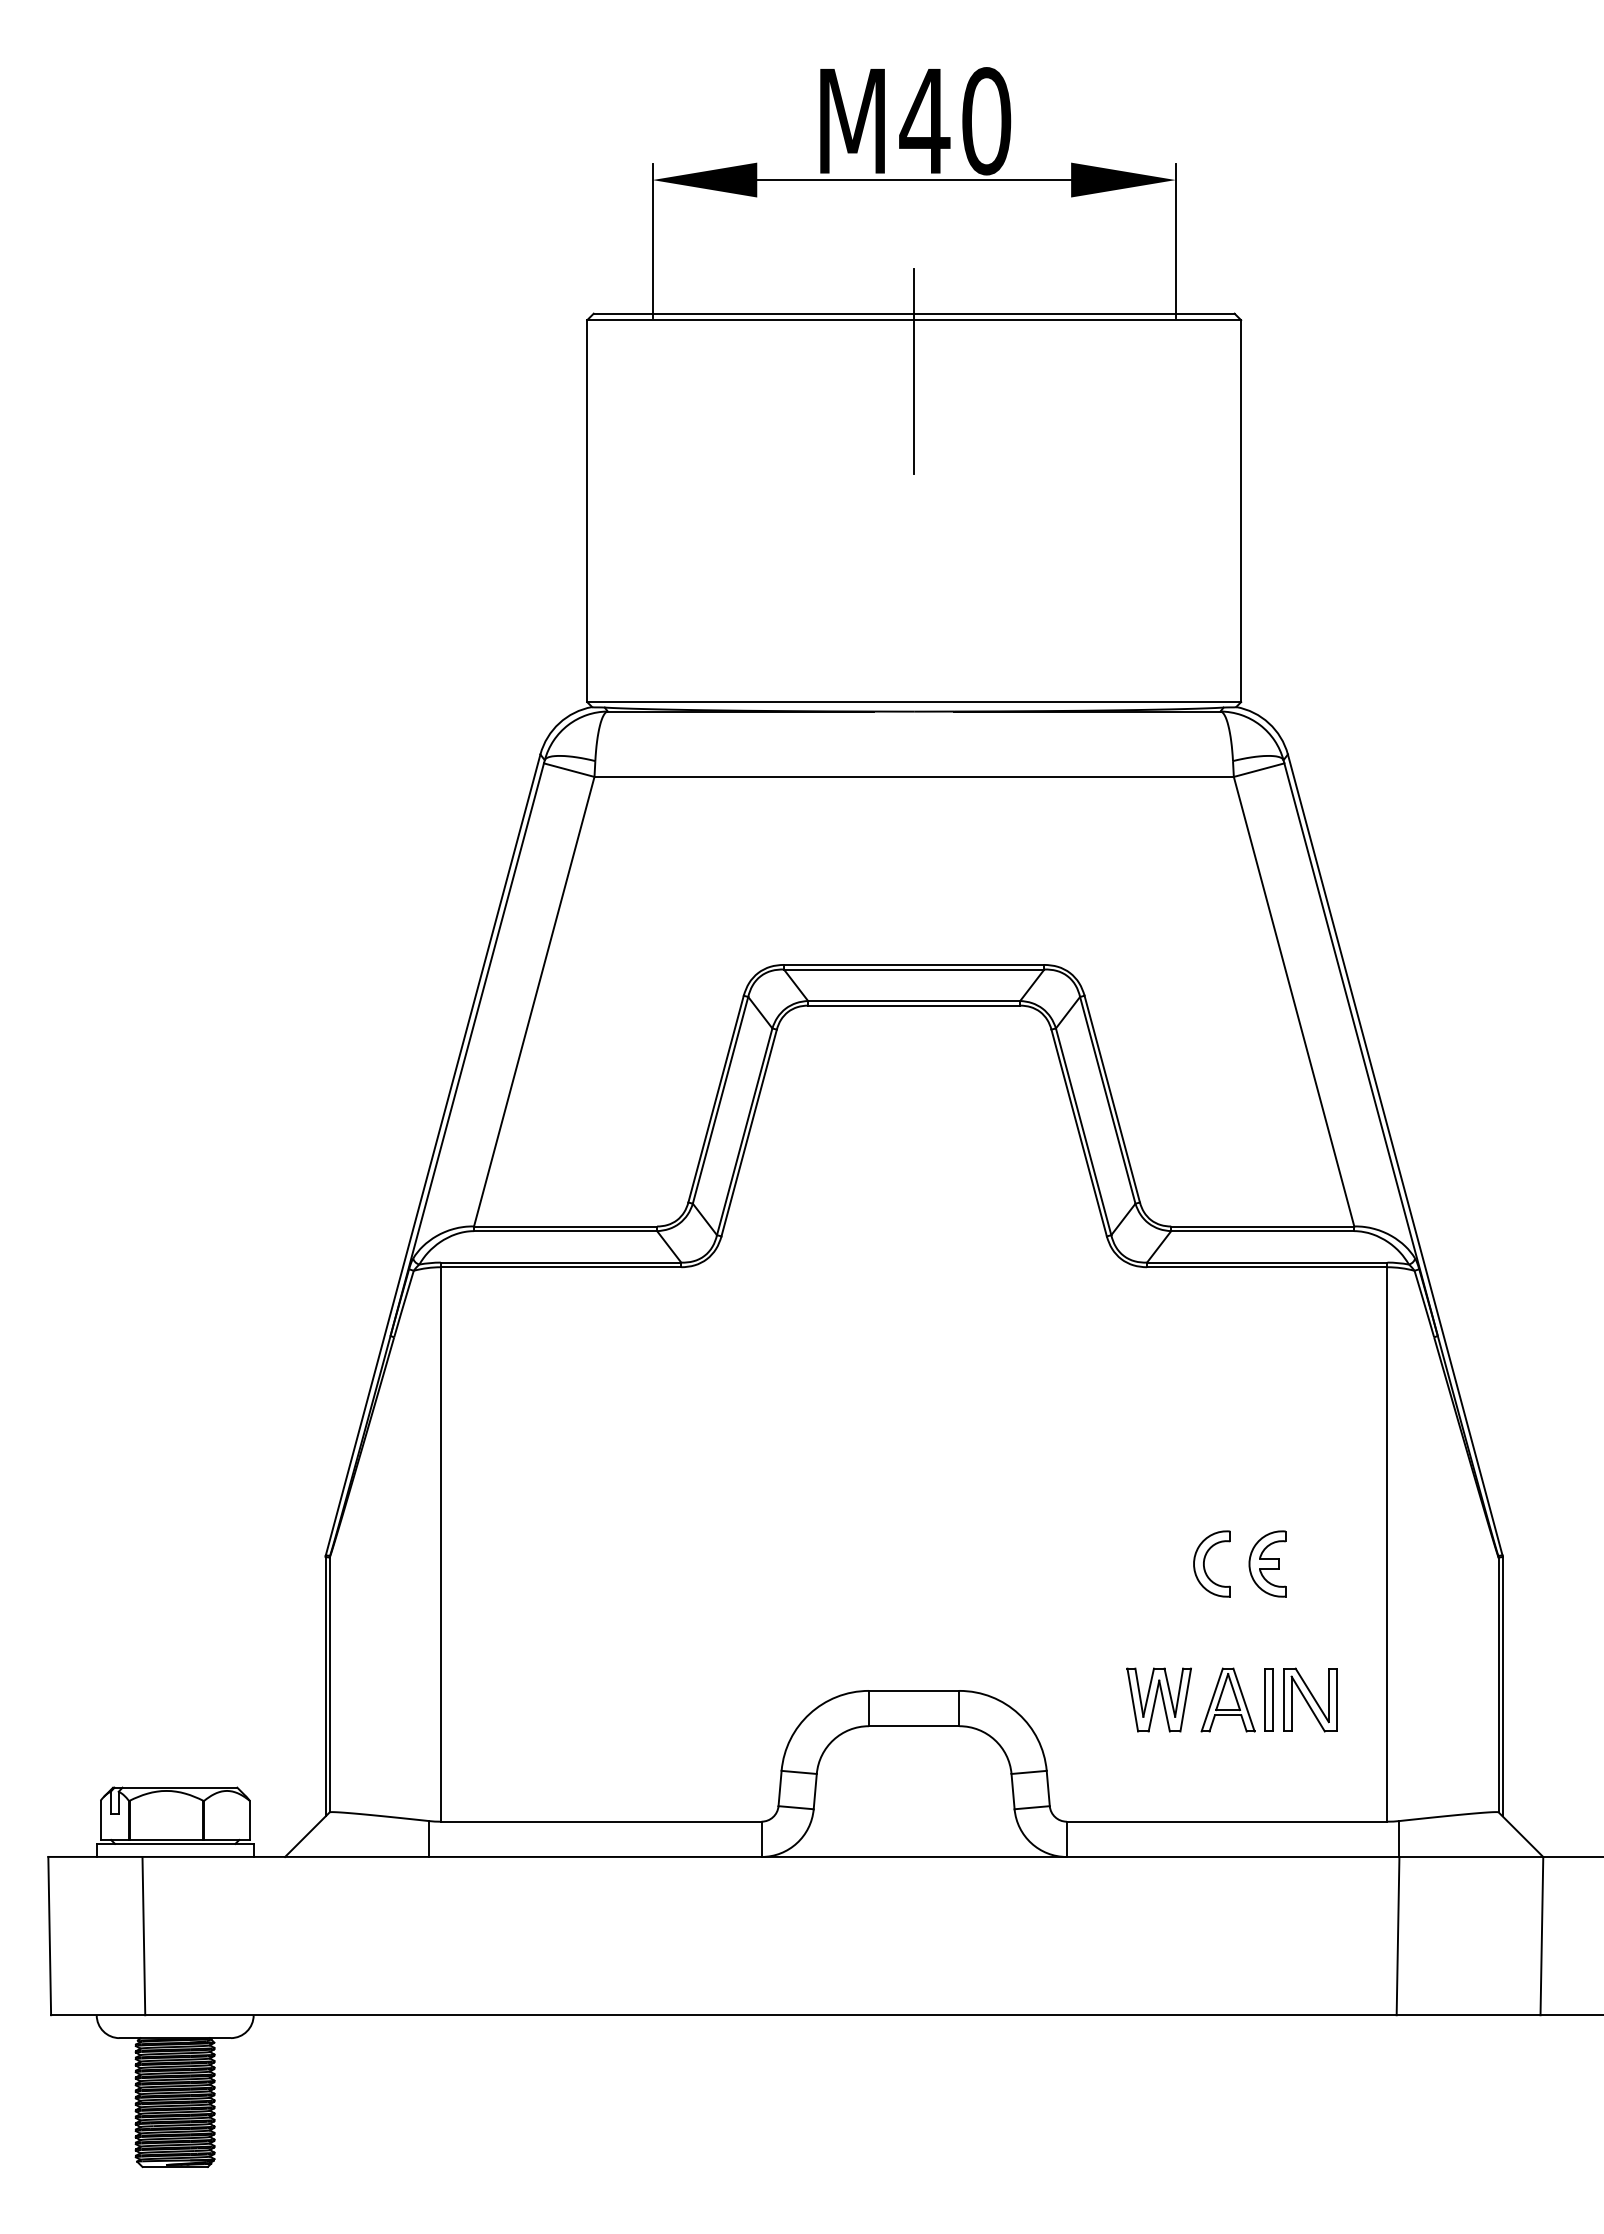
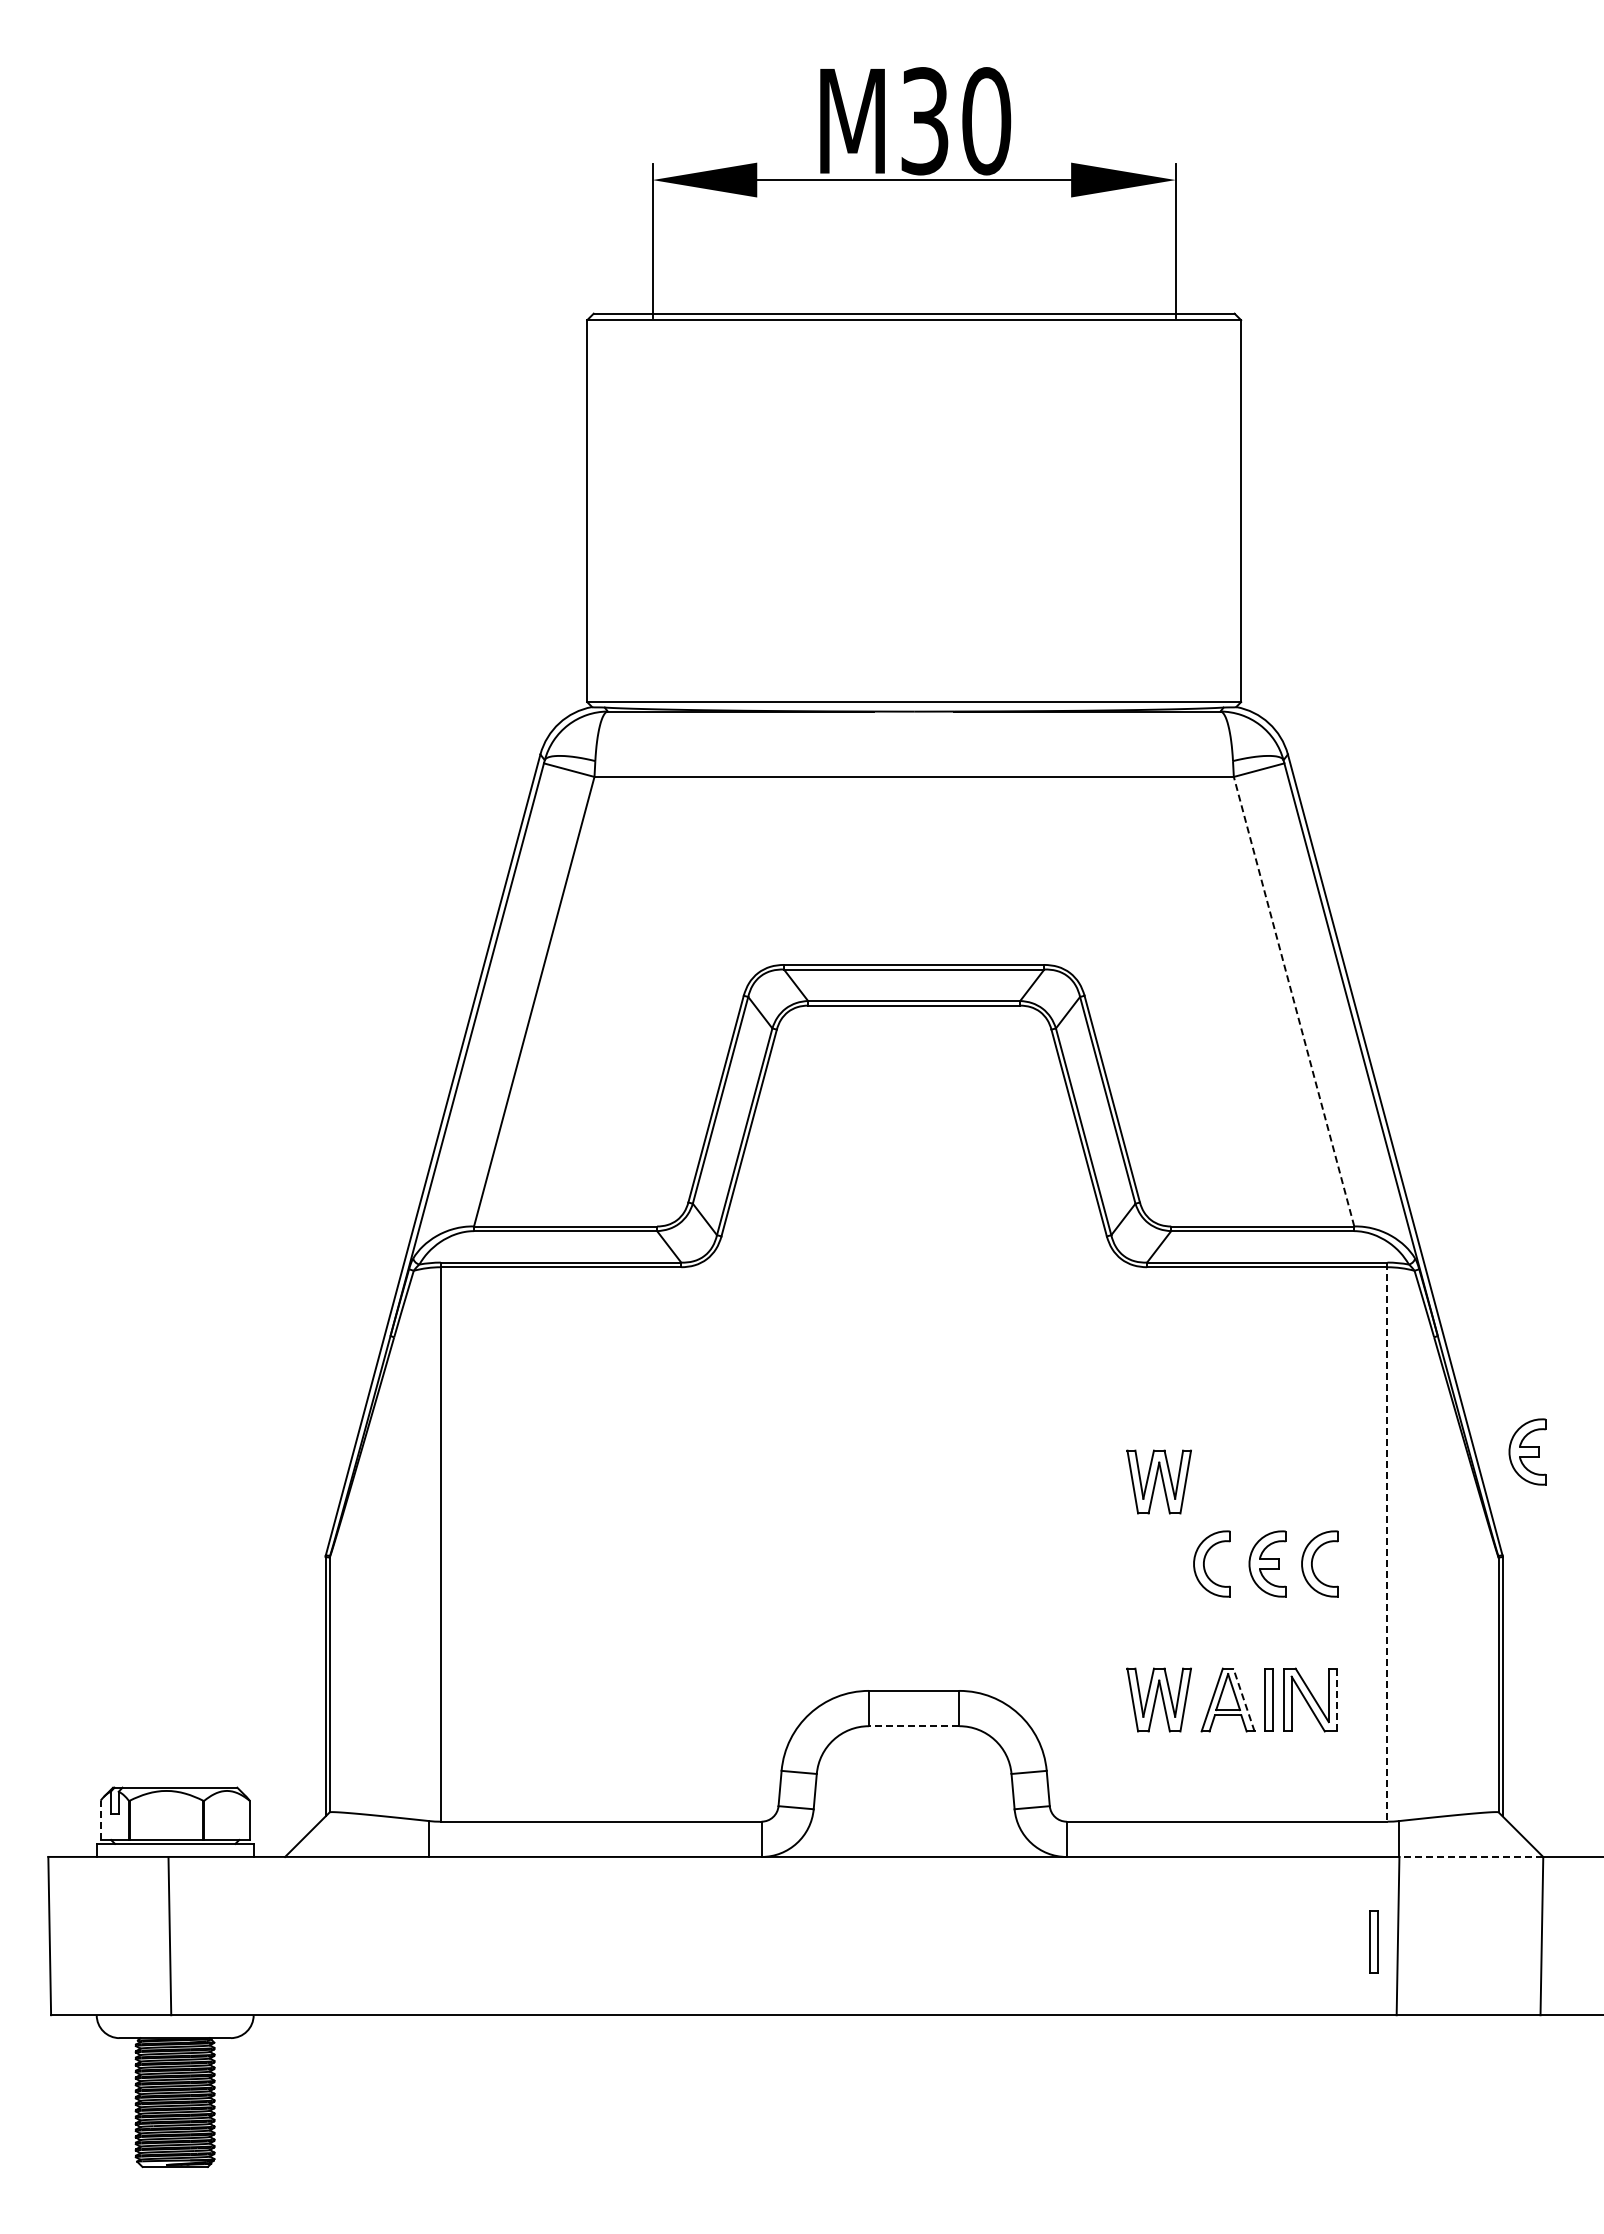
text at (924, 121): M40 -> M30
line at (914, 371): present -> none
line at (1294, 1001): solid -> dashed
part at (1527, 1451): none -> present
part at (1158, 1481): none -> present
line at (1387, 1542): solid -> dashed
part at (1312, 1563): none -> present
line at (1243, 1699): solid -> dashed
line at (1336, 1699): solid -> dashed
line at (913, 1726): solid -> dashed
line at (100, 1820): solid -> dashed
line at (1471, 1857): solid -> dashed
line at (143, 1936) position: (143, 1936) -> (169, 1936)
part at (1373, 1941): none -> present
